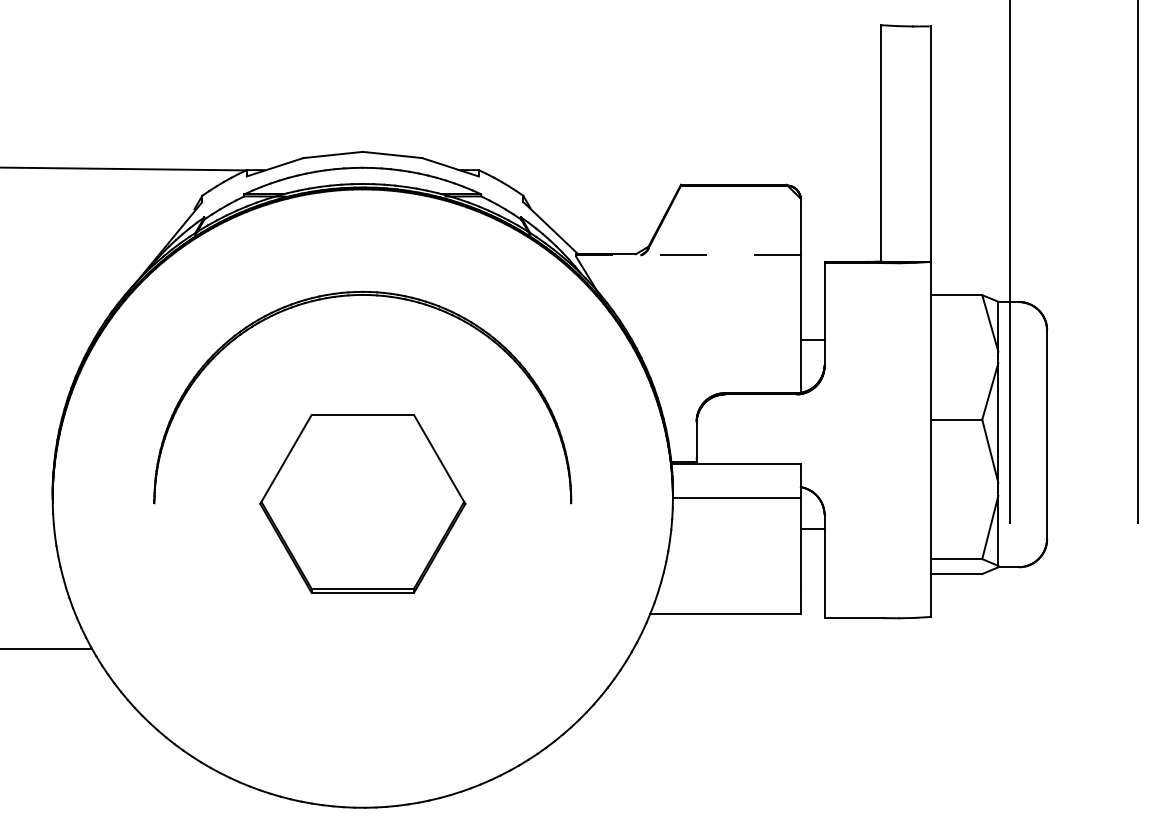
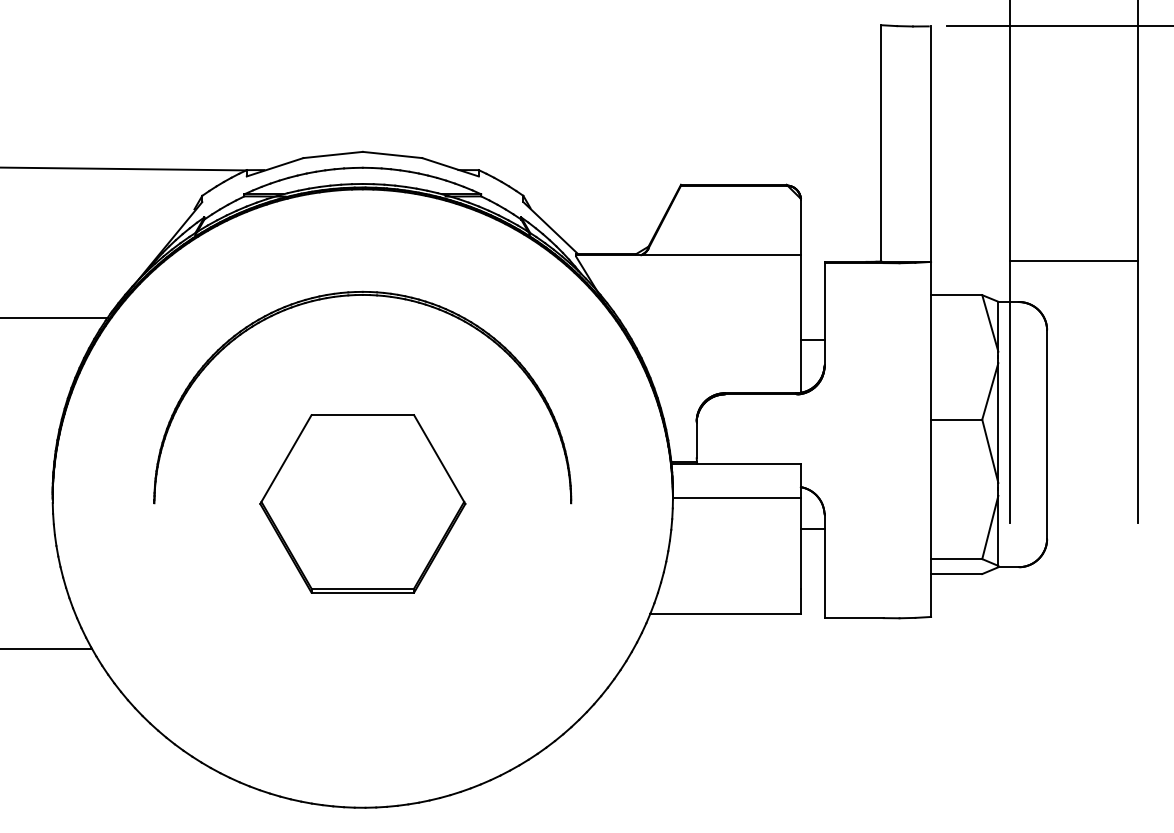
line at (1058, 26): none -> present
line at (688, 255): dashed -> solid
line at (1073, 261): none -> present
line at (54, 317): none -> present
